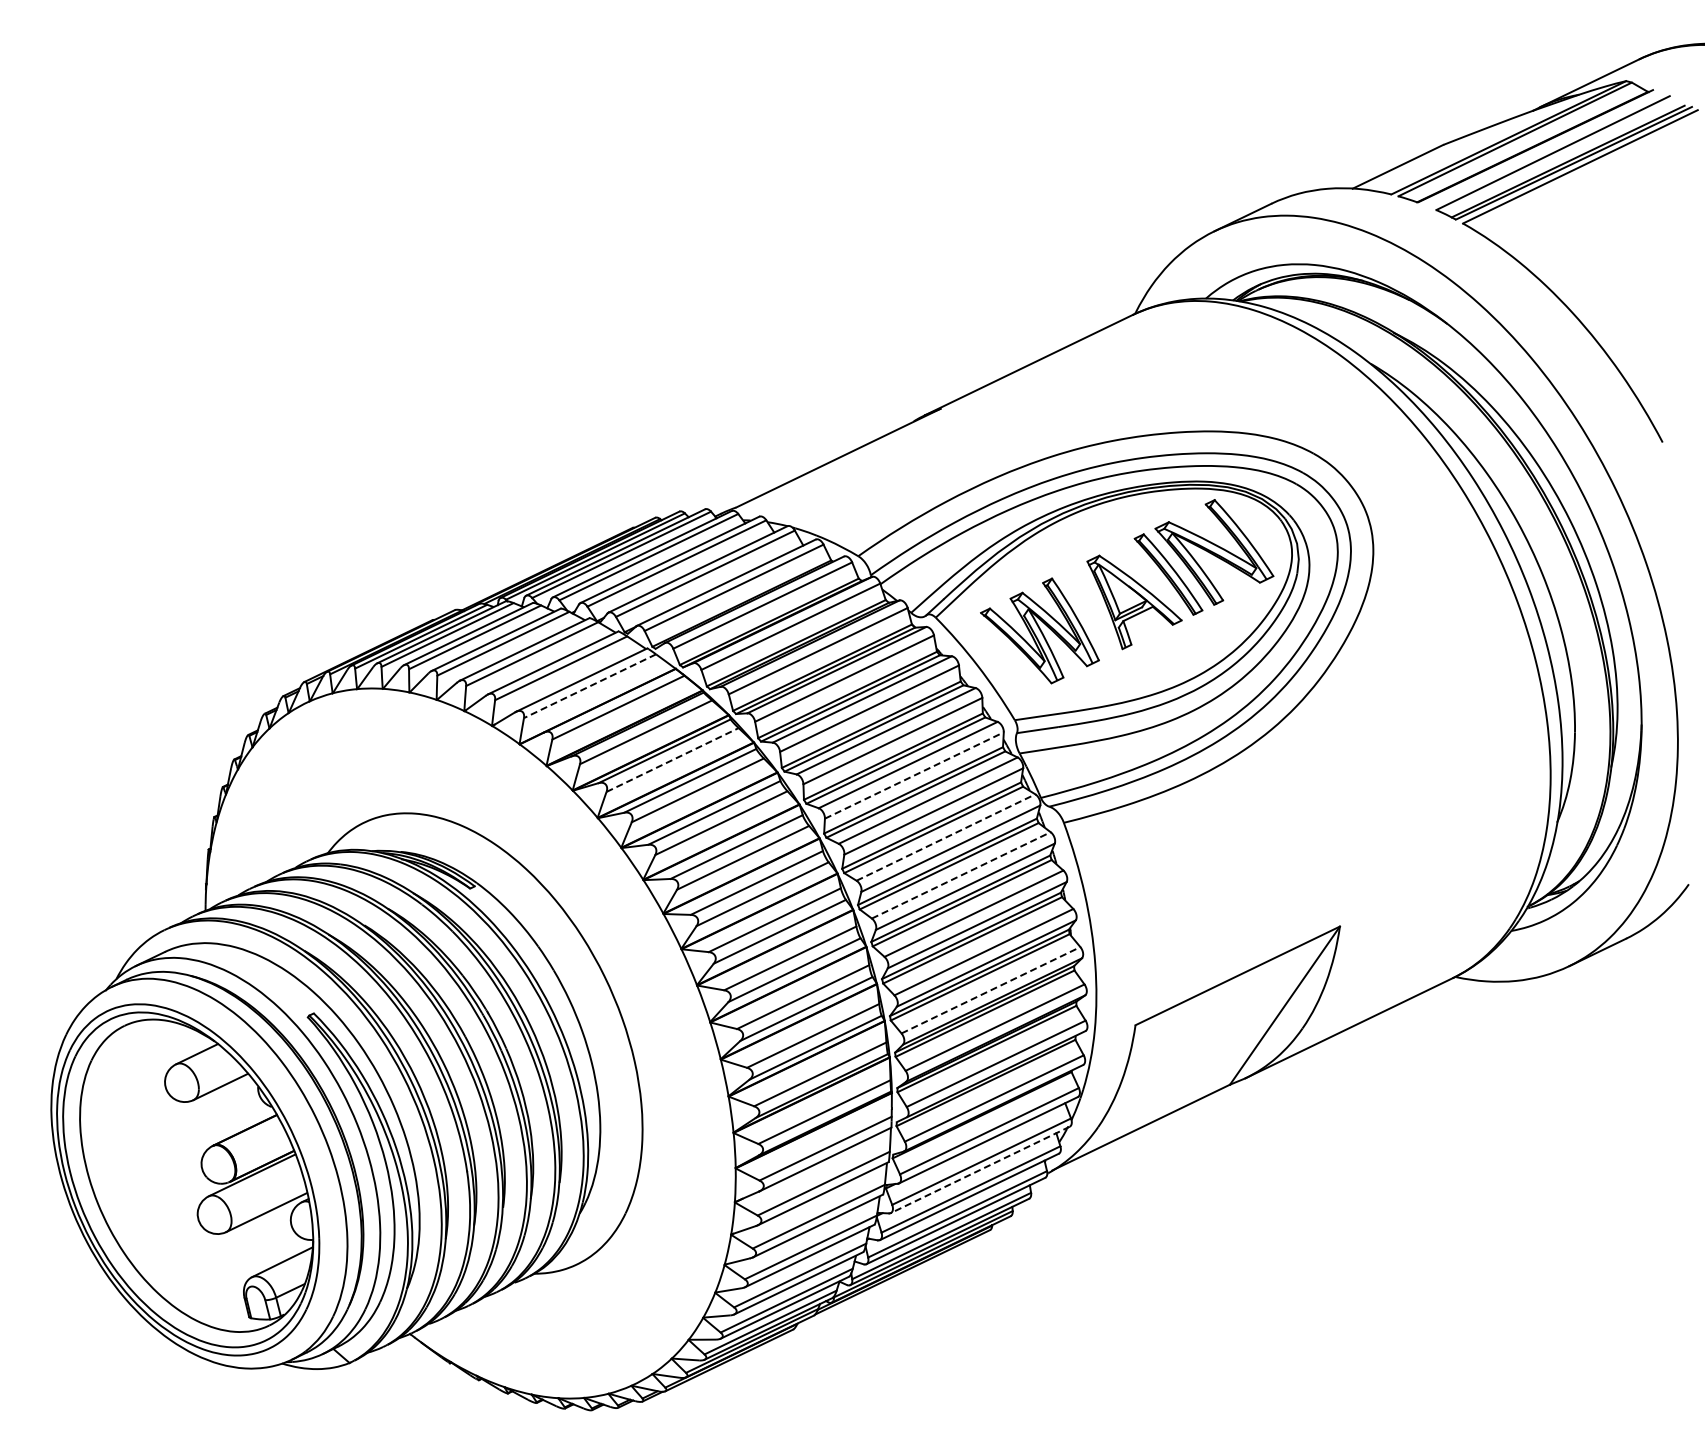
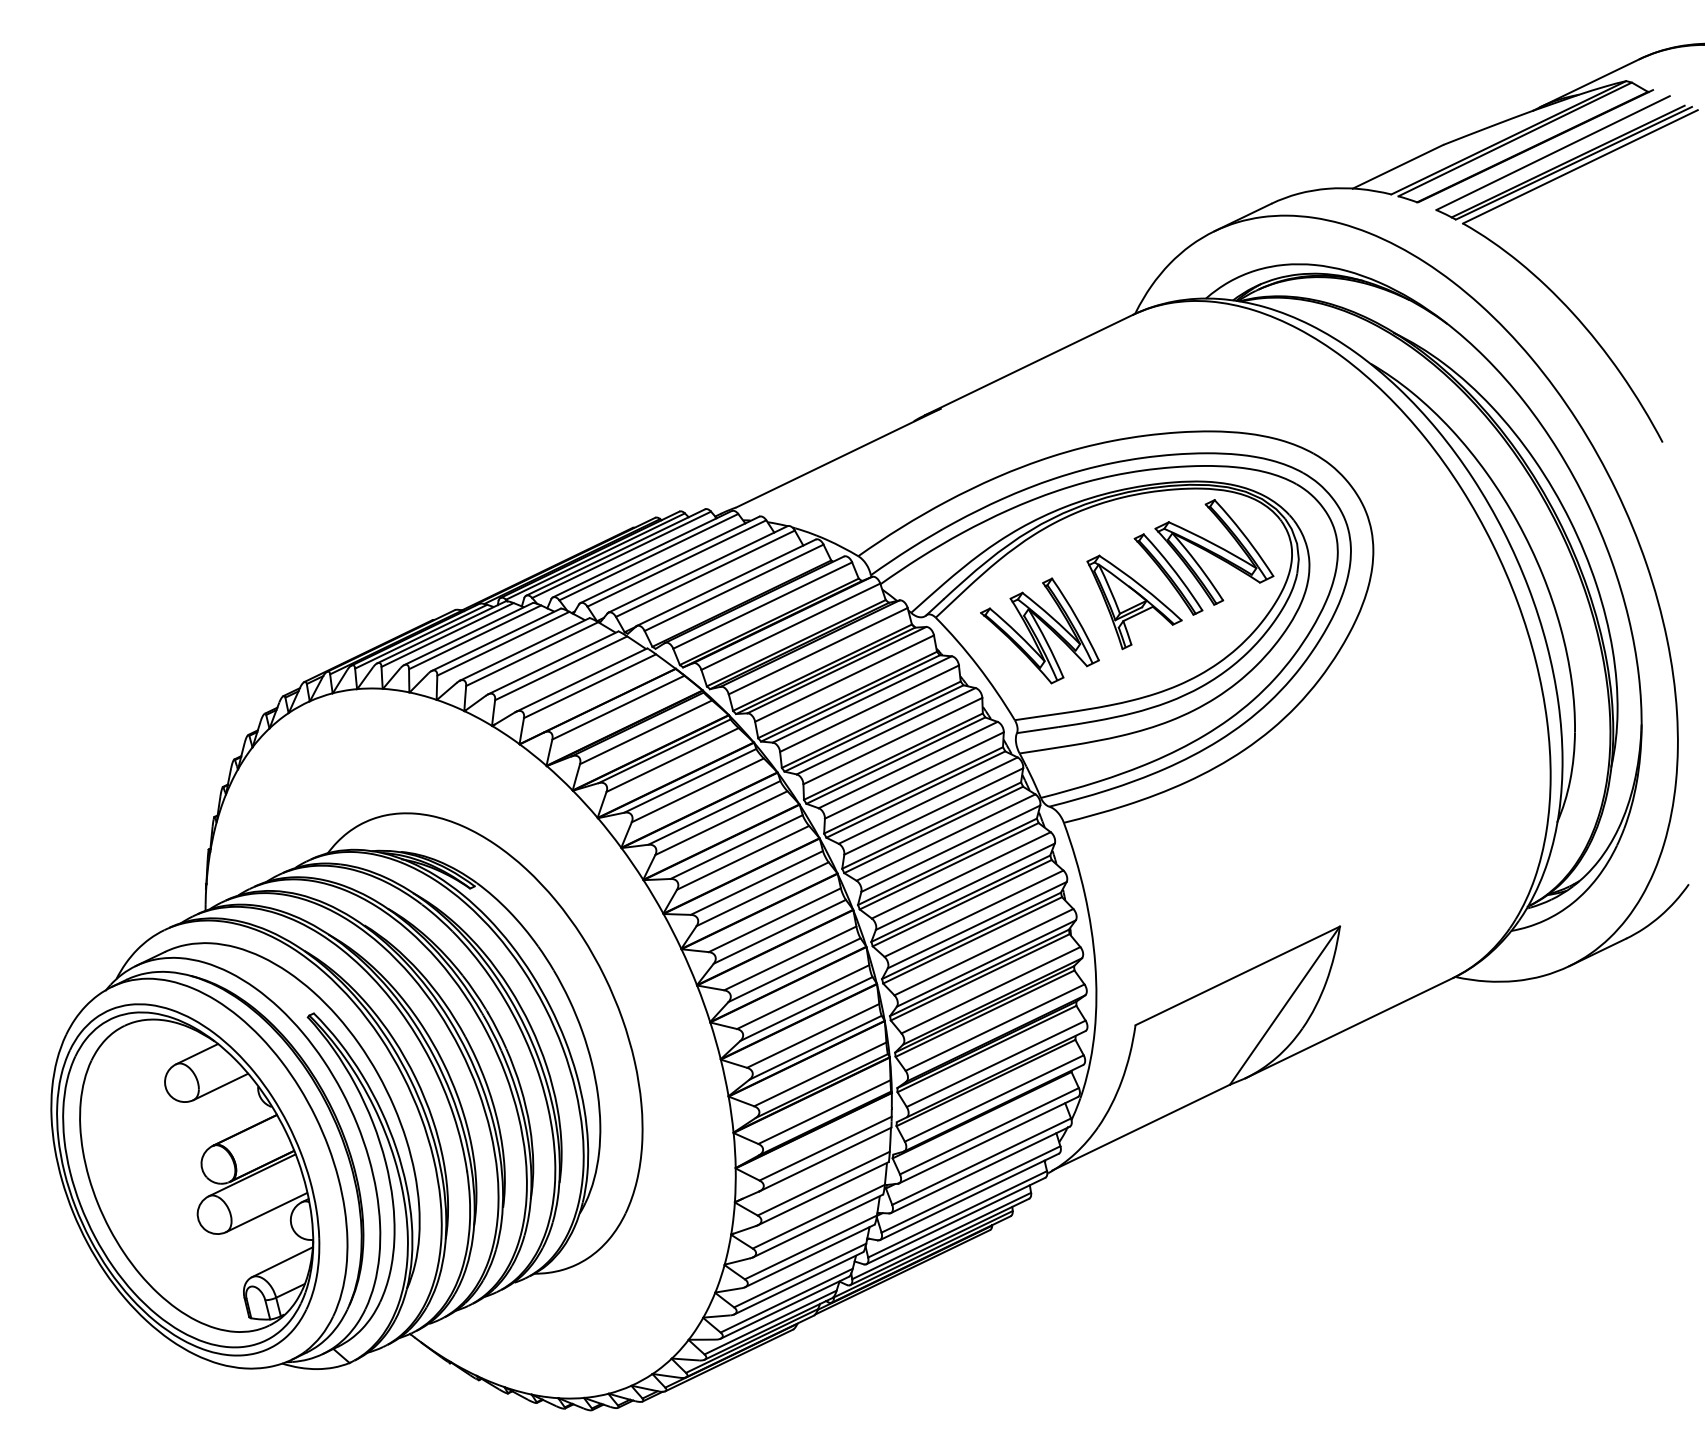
line at (589, 686): dashed -> solid
line at (673, 759): dashed -> solid
line at (914, 775): dashed -> solid
line at (946, 837): dashed -> solid
line at (961, 875): dashed -> solid
line at (991, 990): dashed -> solid
line at (979, 1170): dashed -> solid
